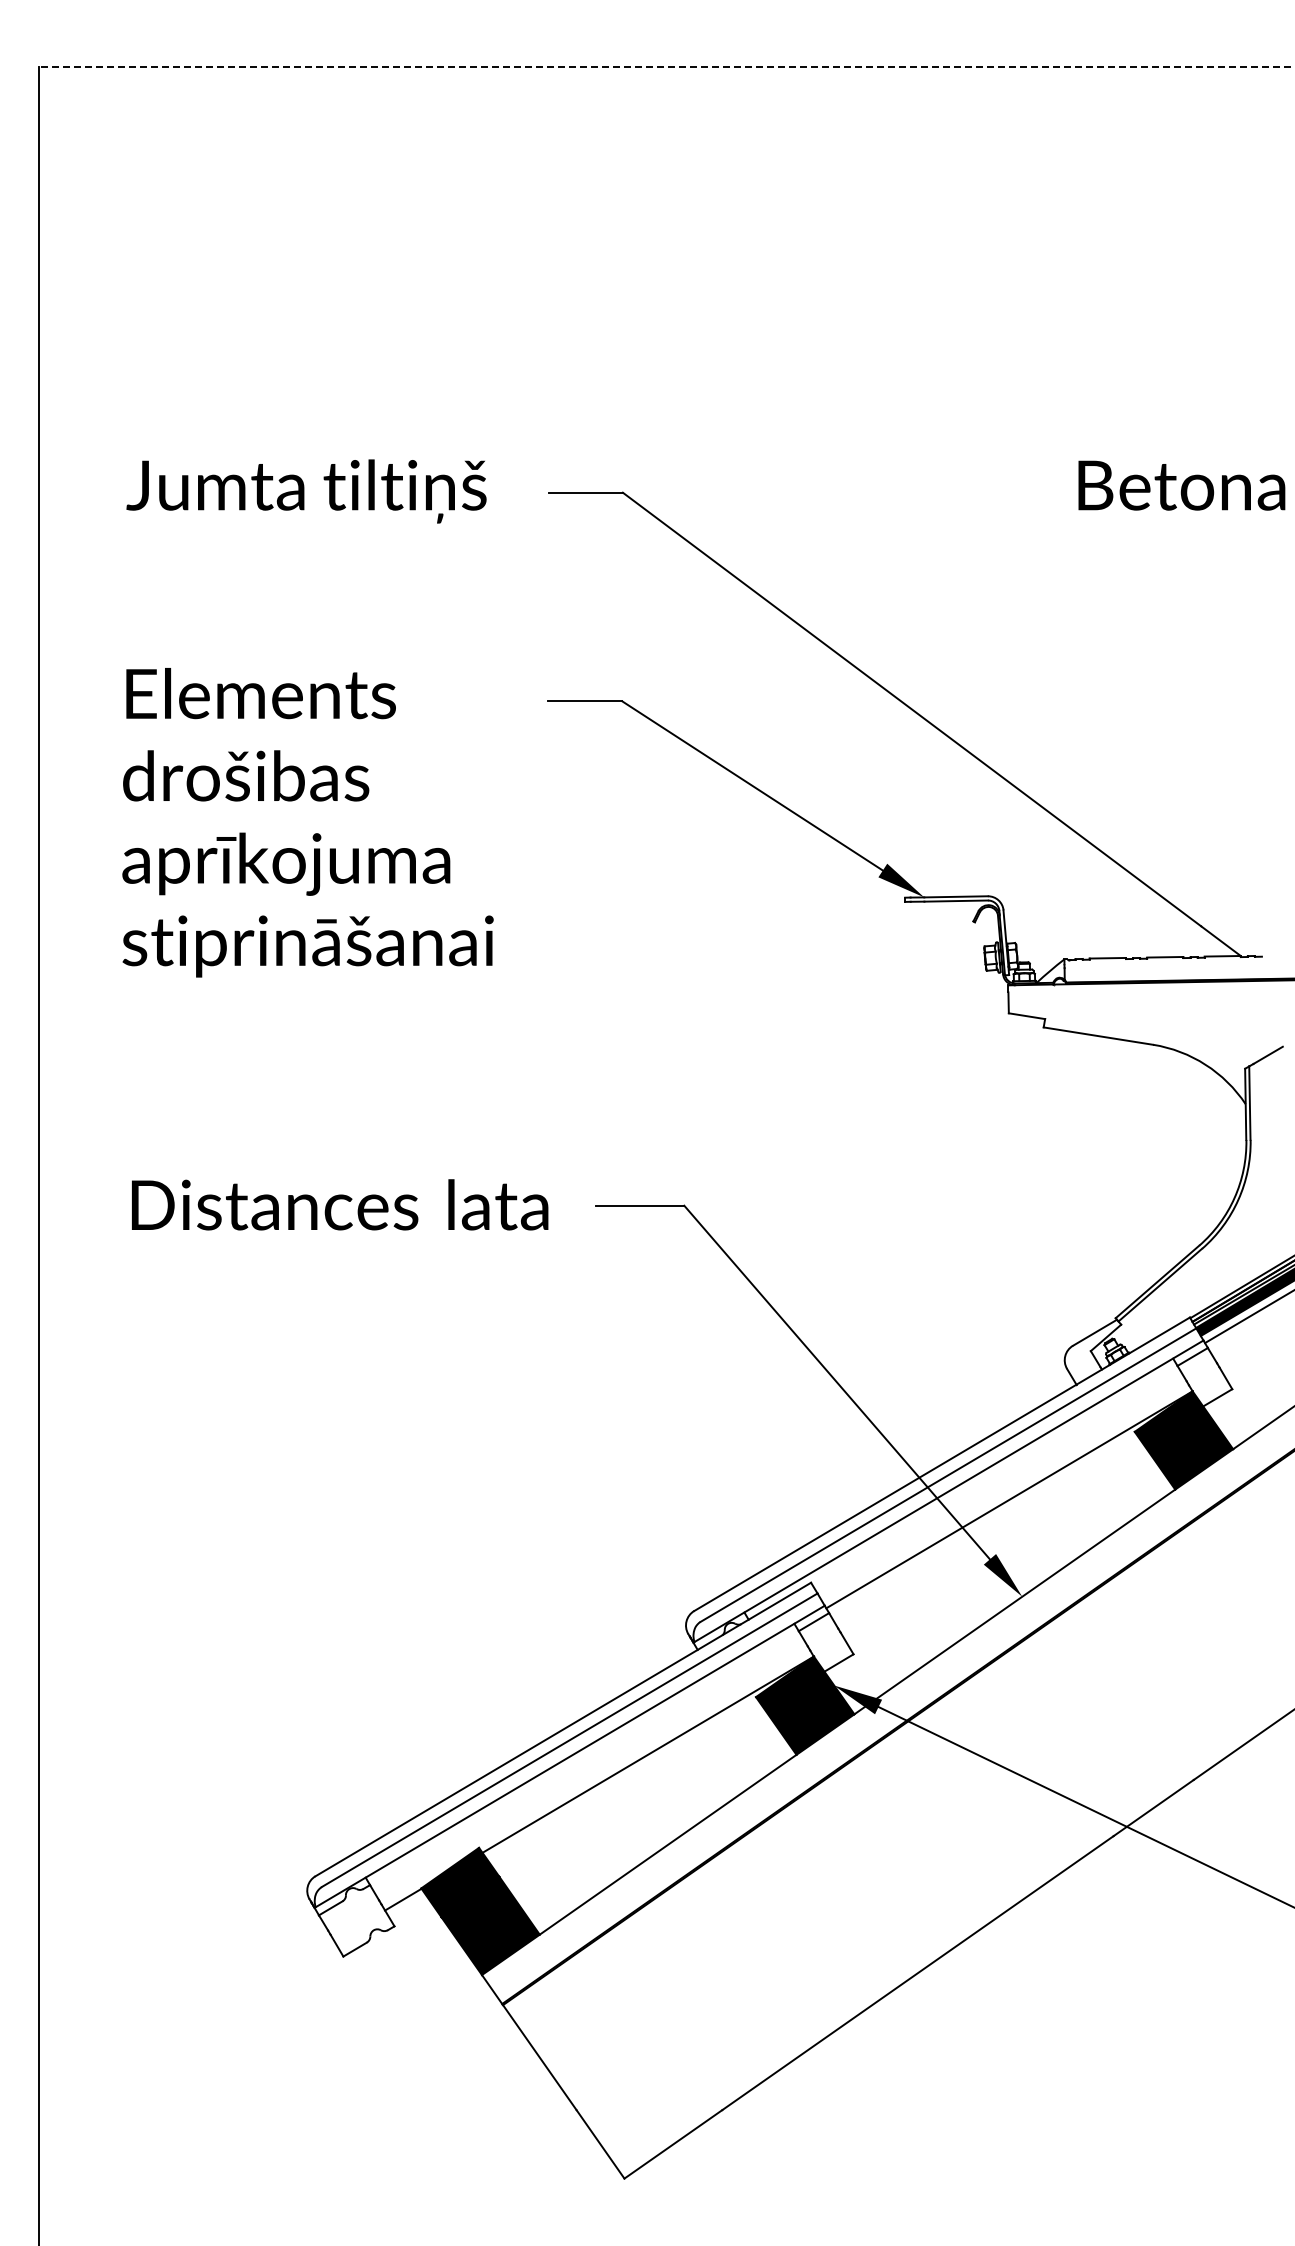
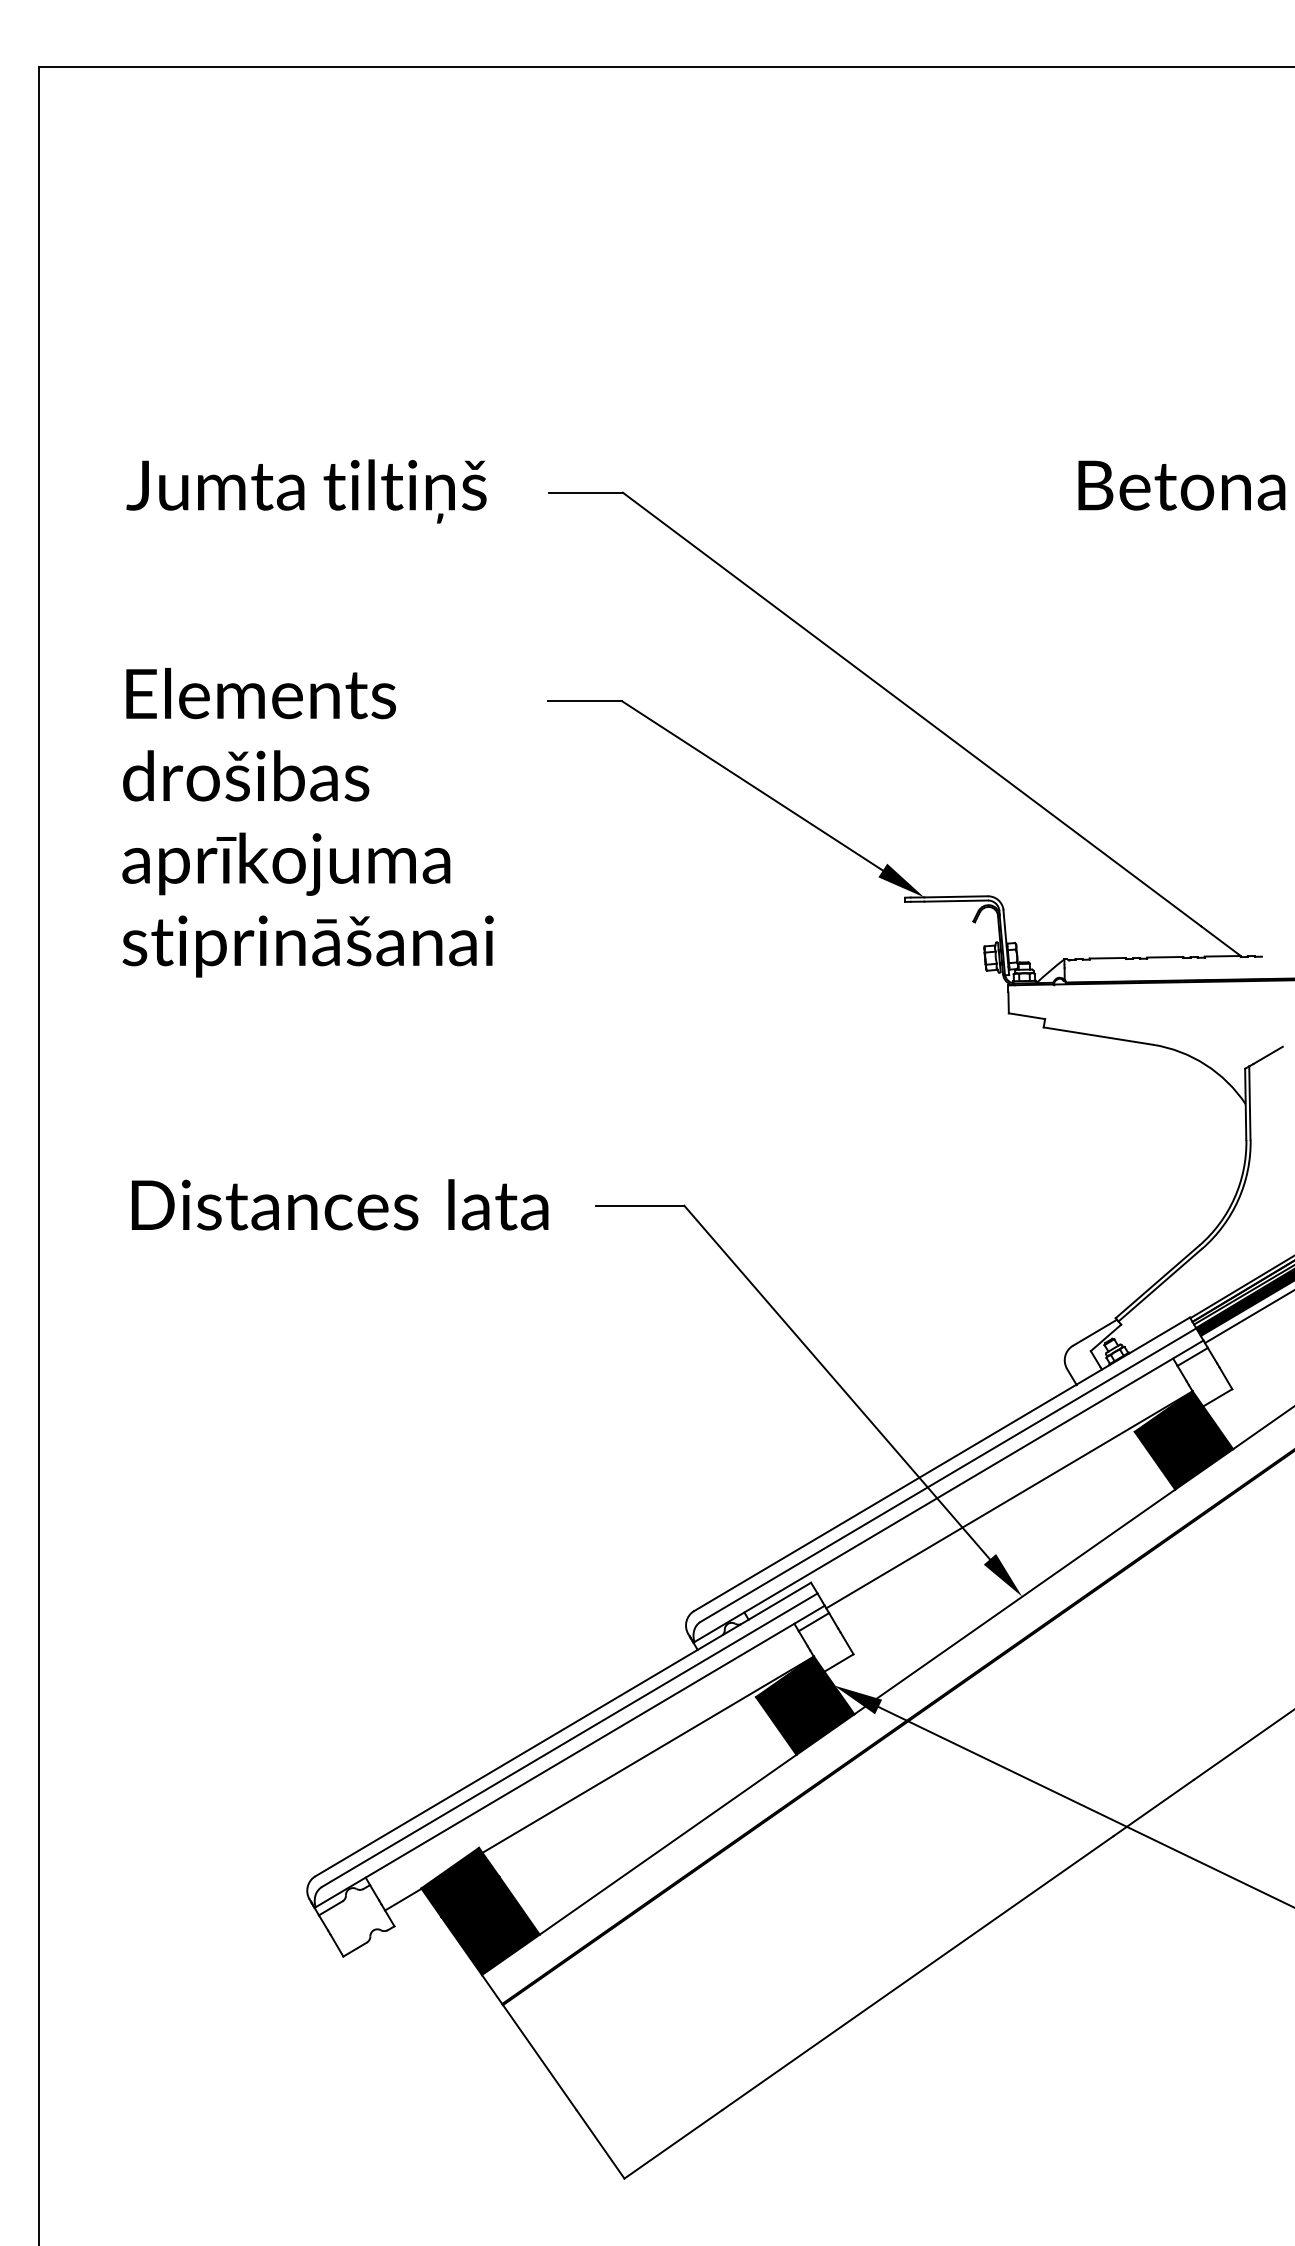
line at (666, 67): dashed -> solid
